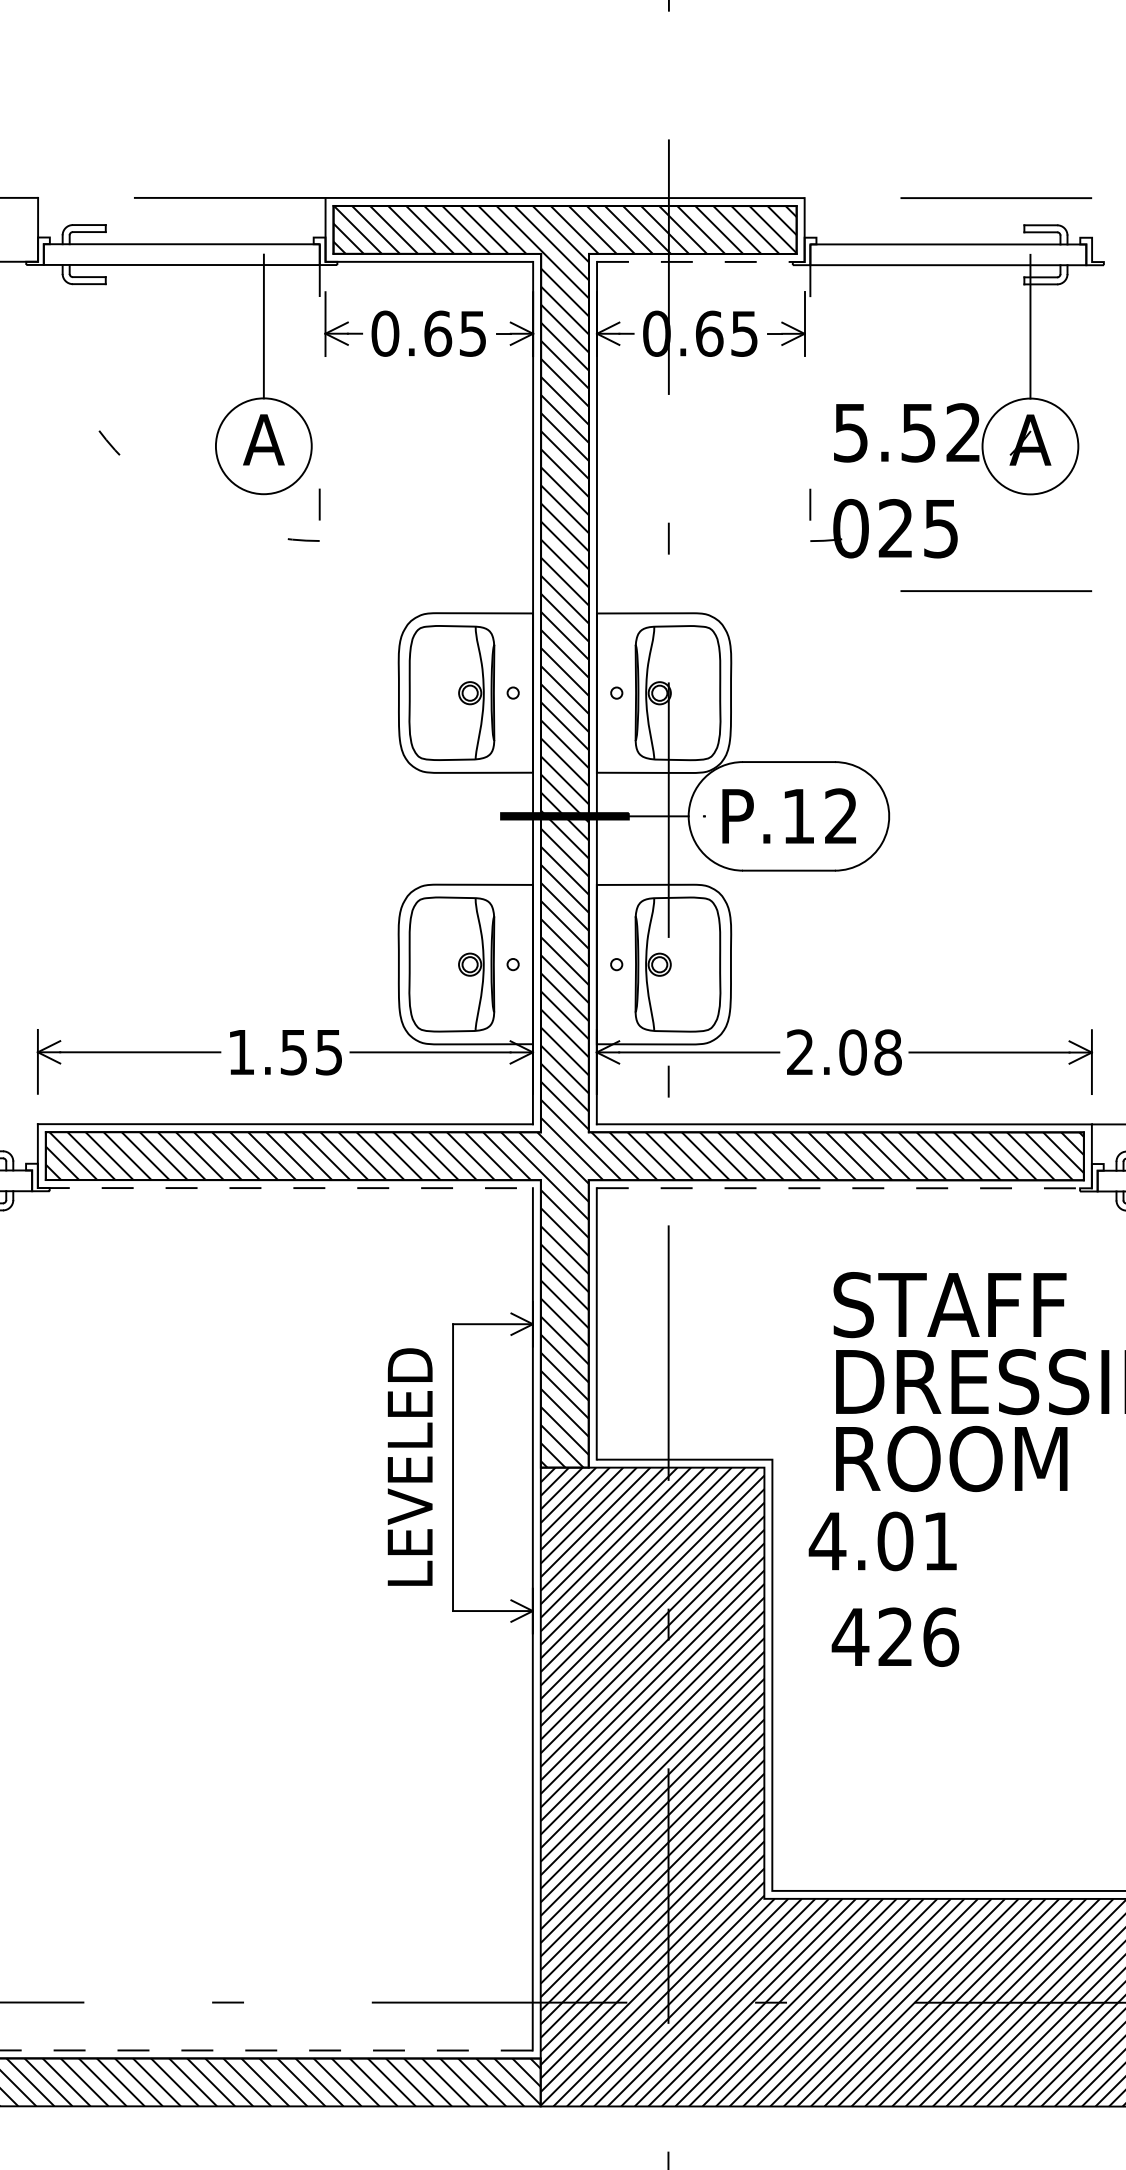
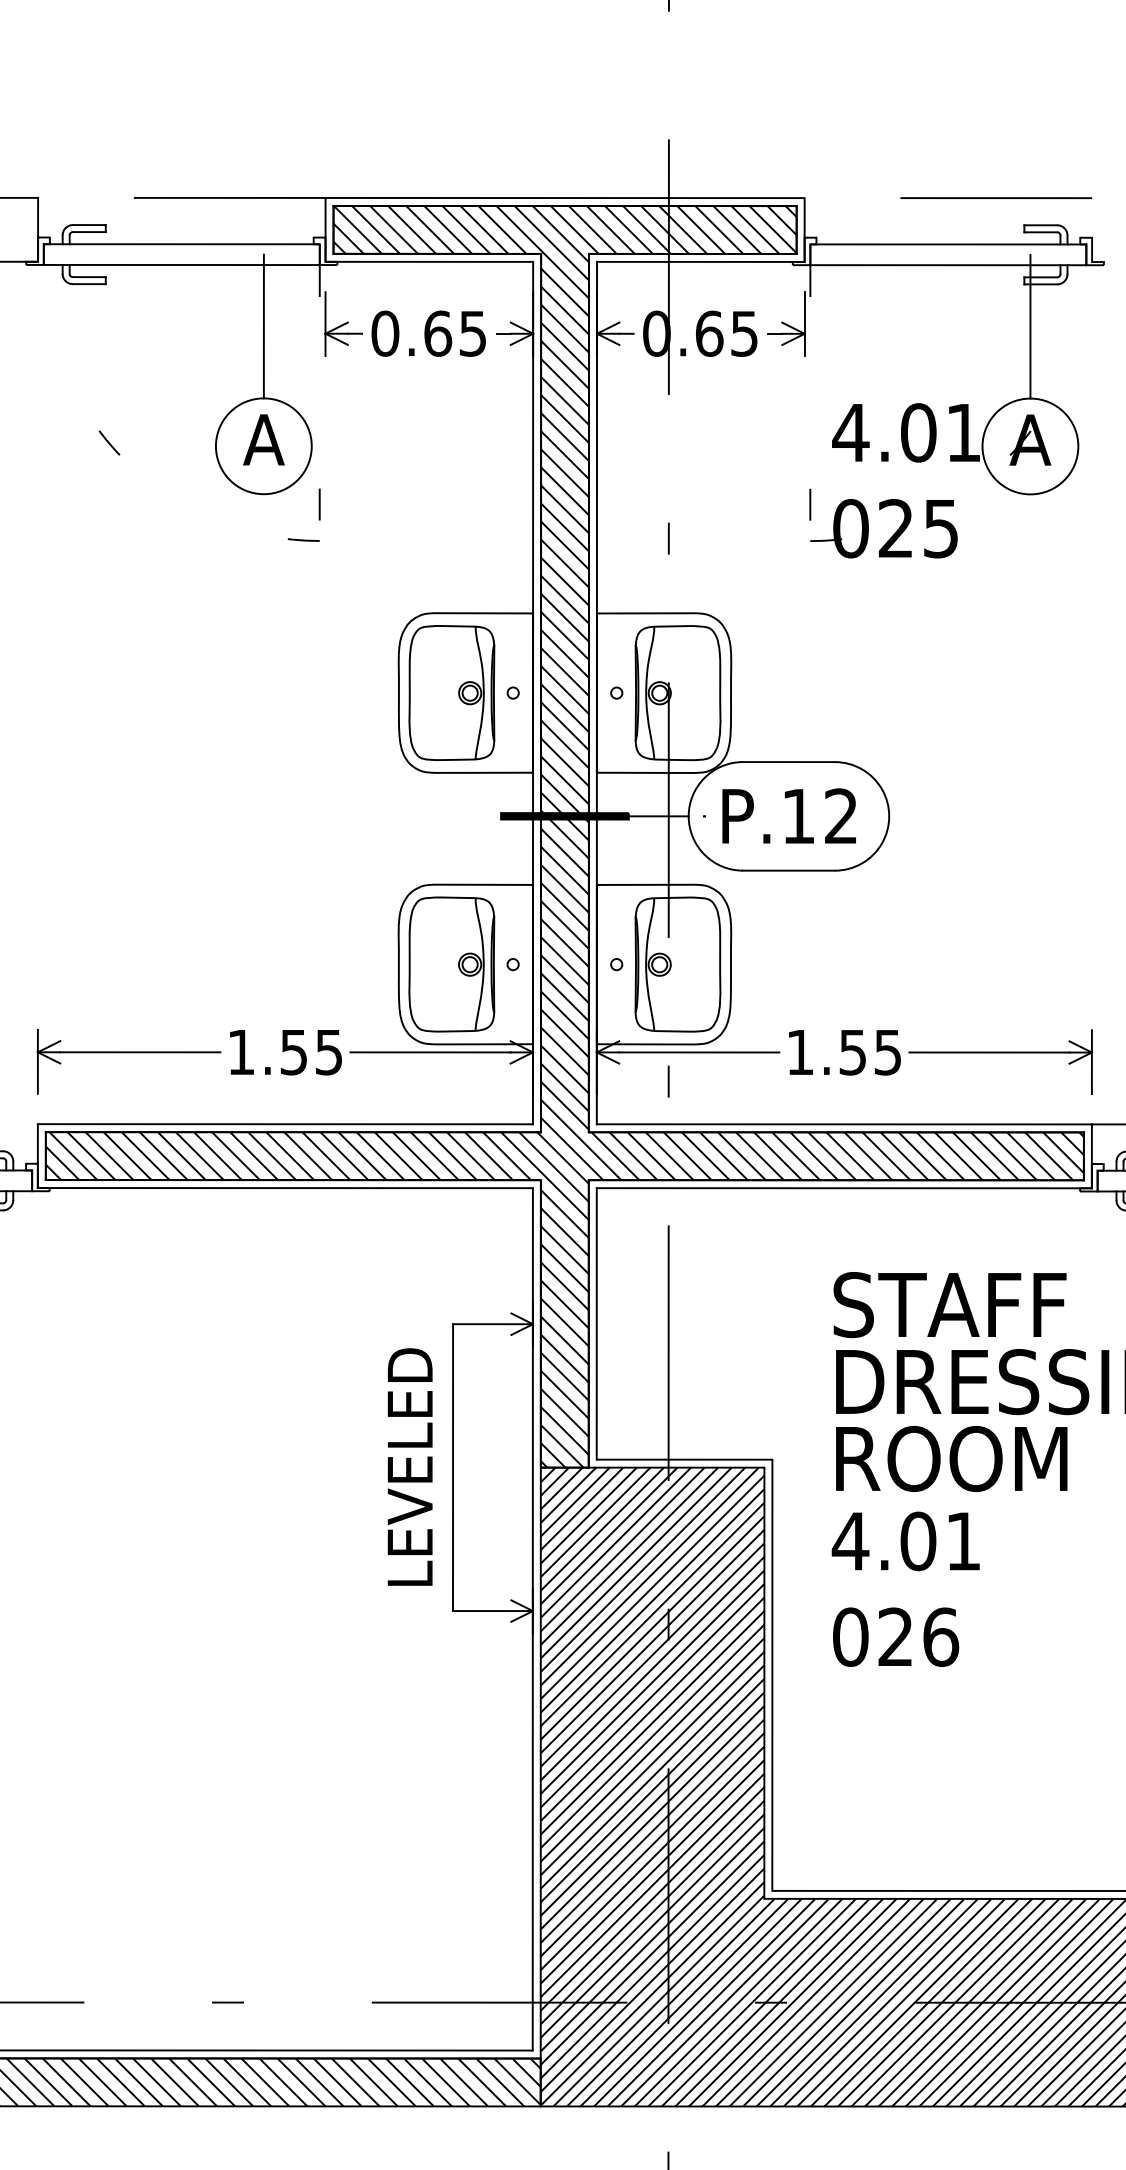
line at (700, 261): dashed -> solid
text at (905, 432): 5.52 -> 4.01
line at (996, 590): present -> none
text at (844, 1052): 2.08 -> 1.55
line at (285, 1188): dashed -> solid
line at (844, 1188): dashed -> solid
text at (882, 1541) position: (882, 1541) -> (905, 1541)
text at (850, 1636): 426 -> 026
line at (266, 2050): dashed -> solid
